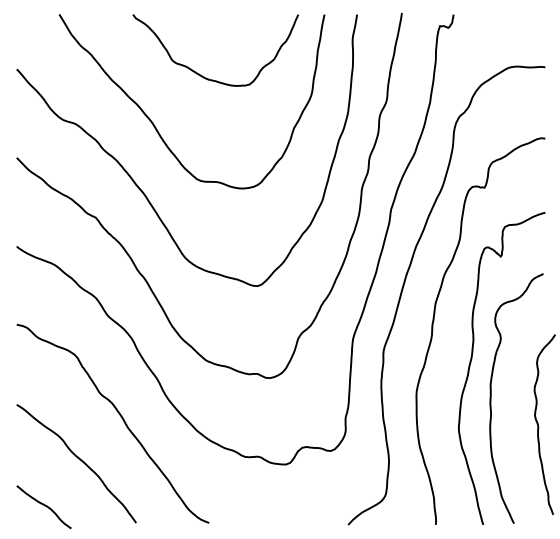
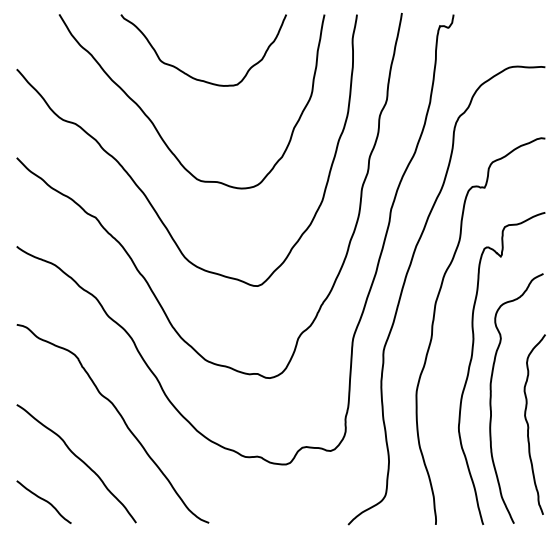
curve at (199, 73) position: (199, 73) -> (187, 73)
curve at (539, 426) position: (539, 426) -> (529, 426)
curve at (43, 505) position: (43, 505) -> (43, 500)
